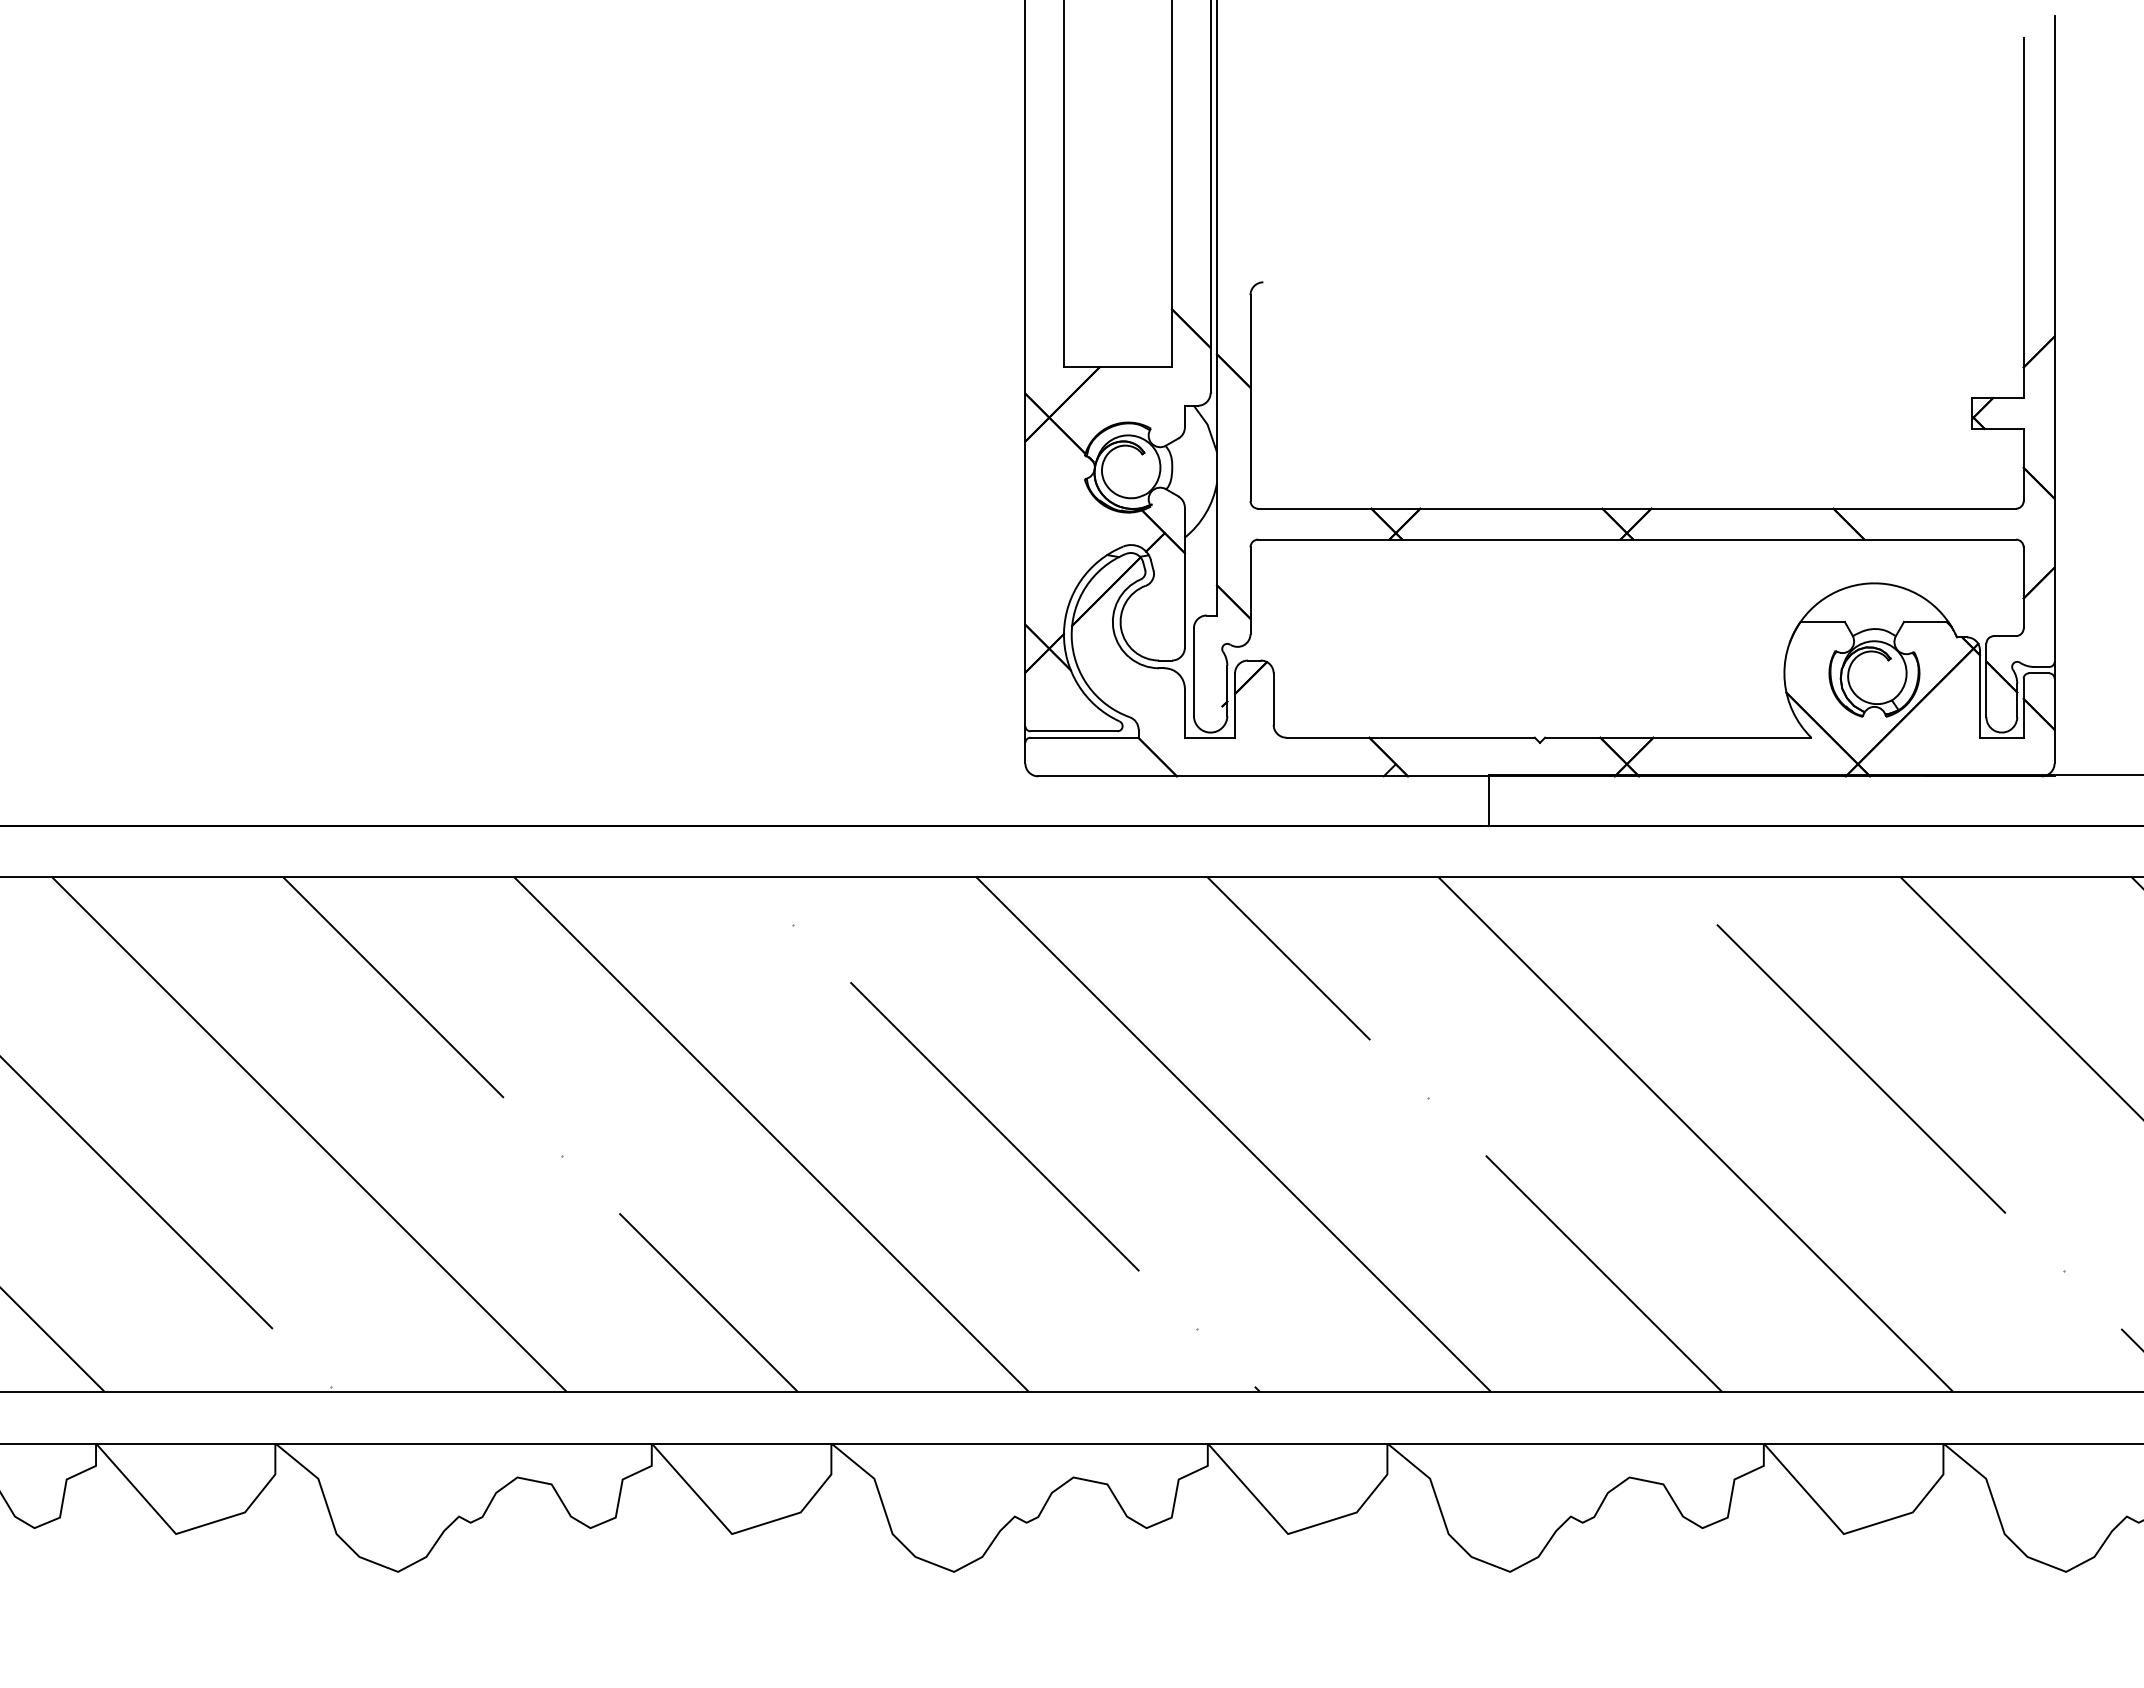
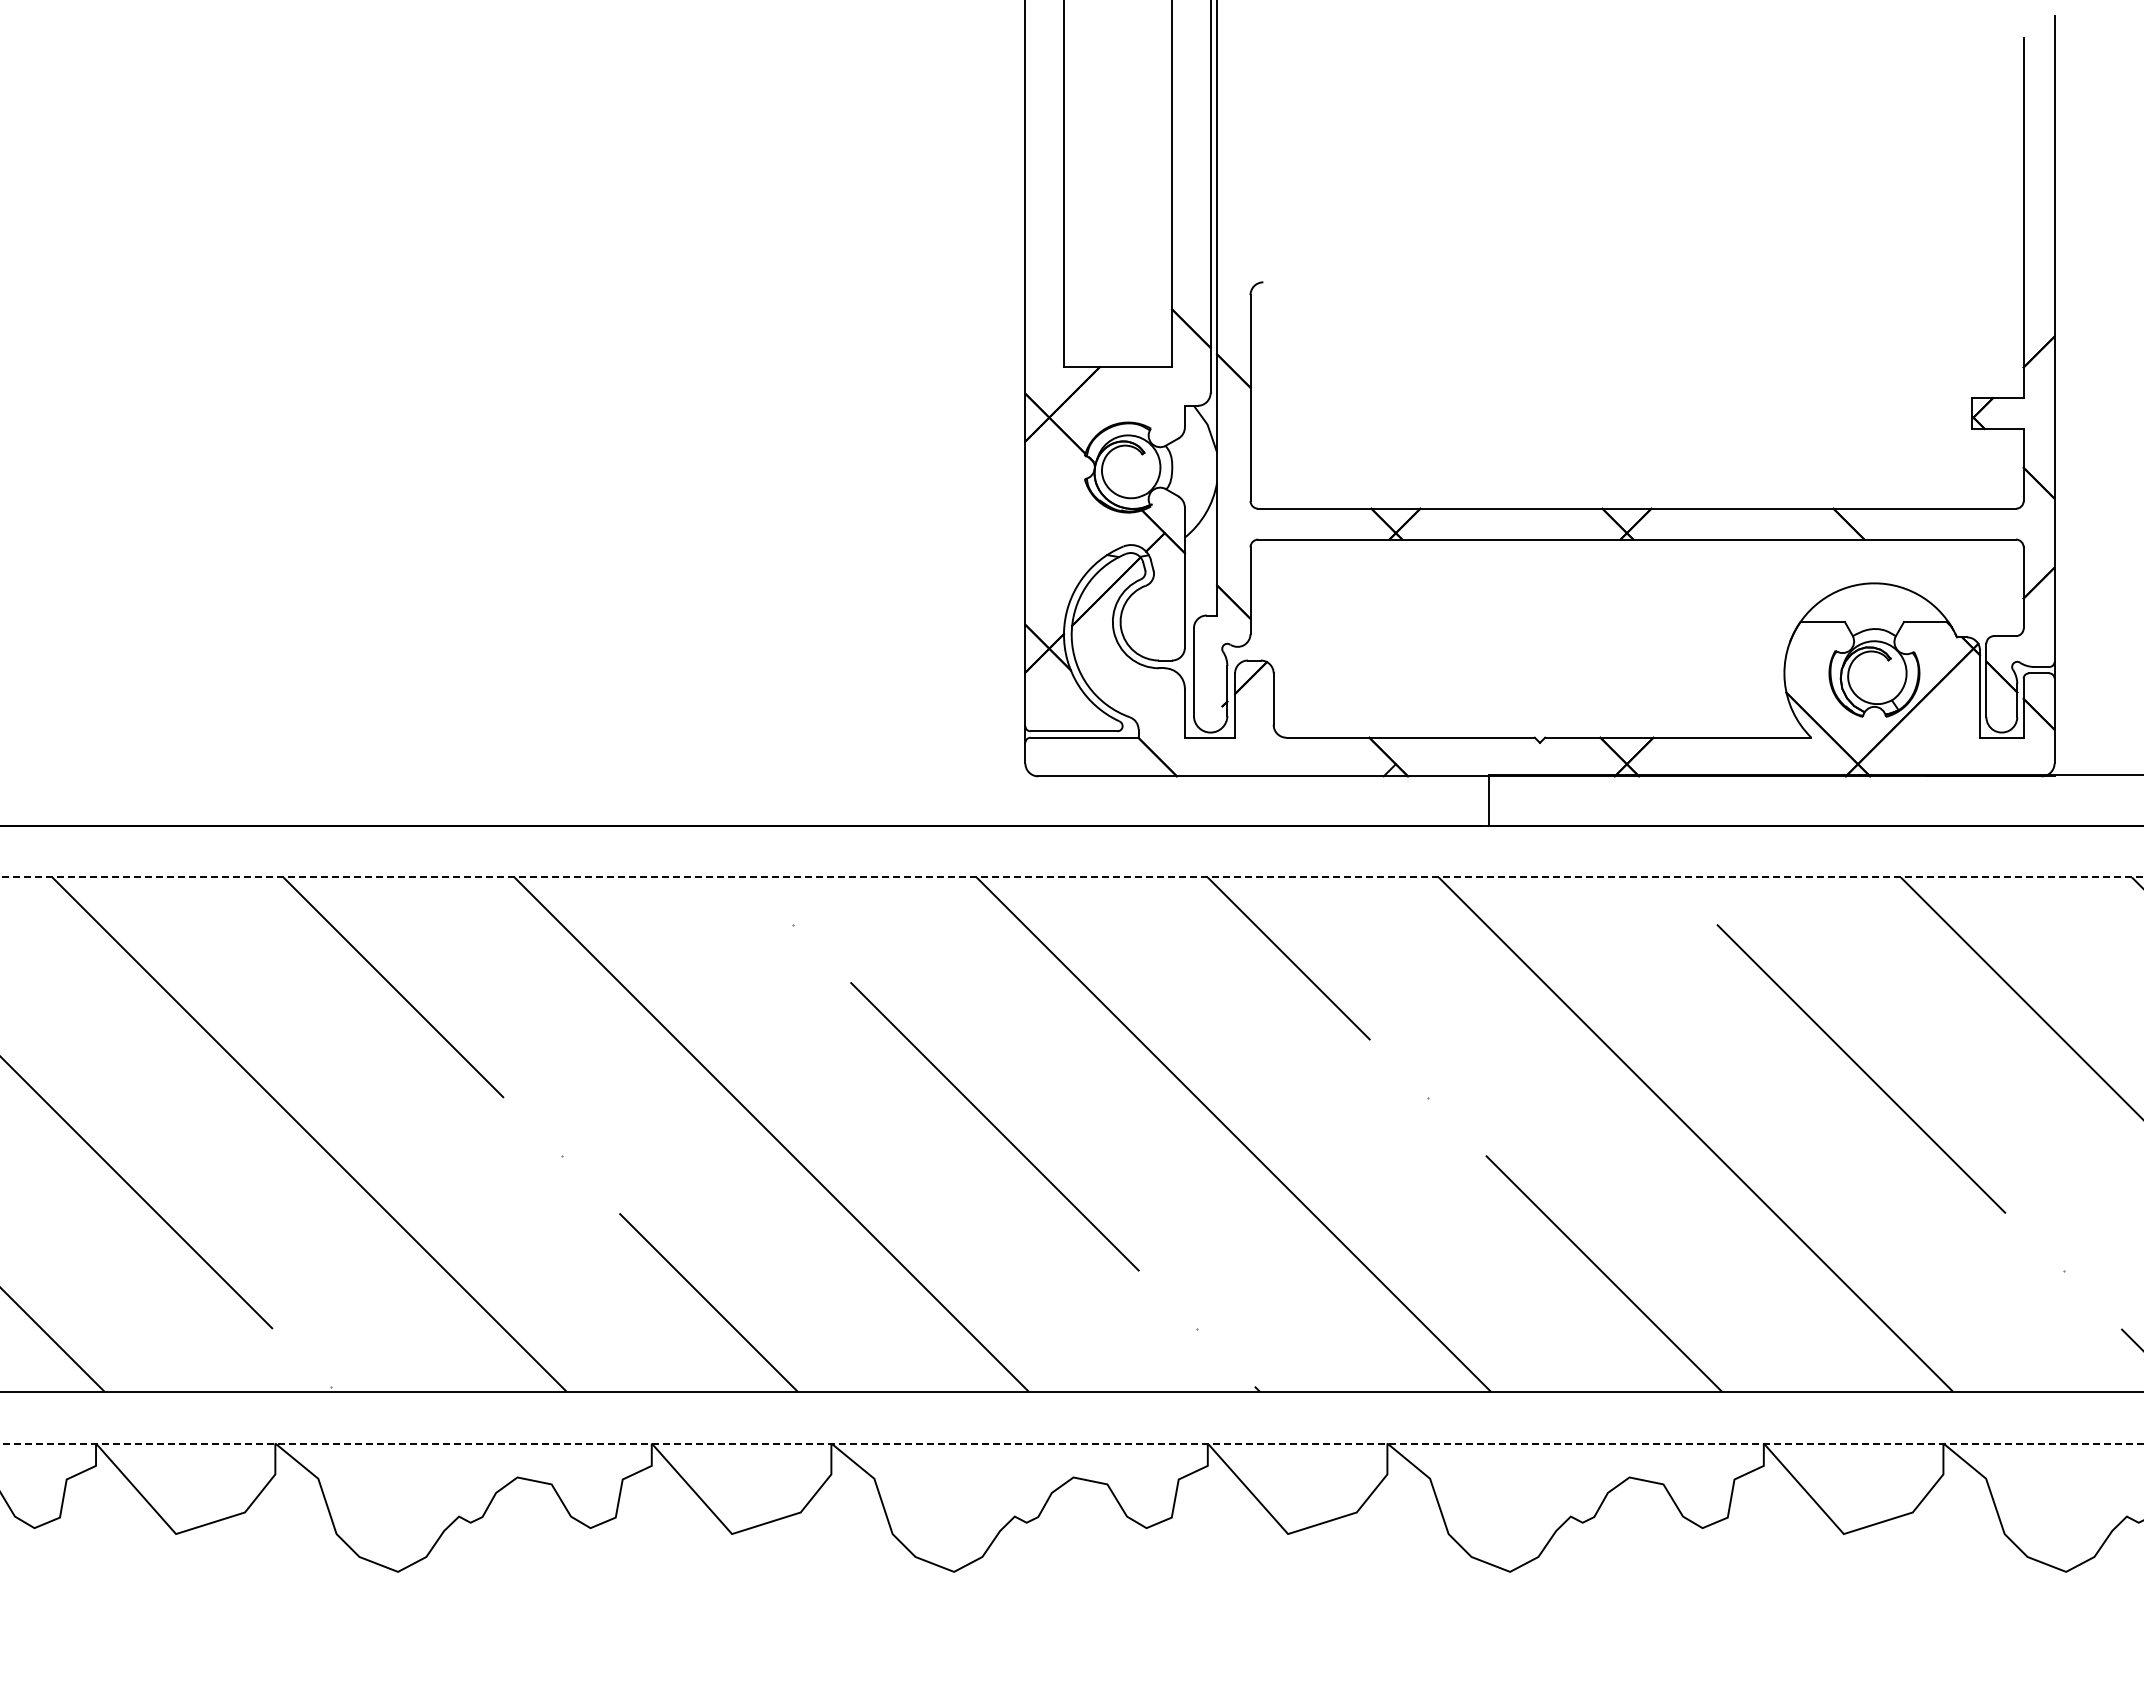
line at (1072, 877): solid -> dashed
line at (1071, 1443): solid -> dashed
